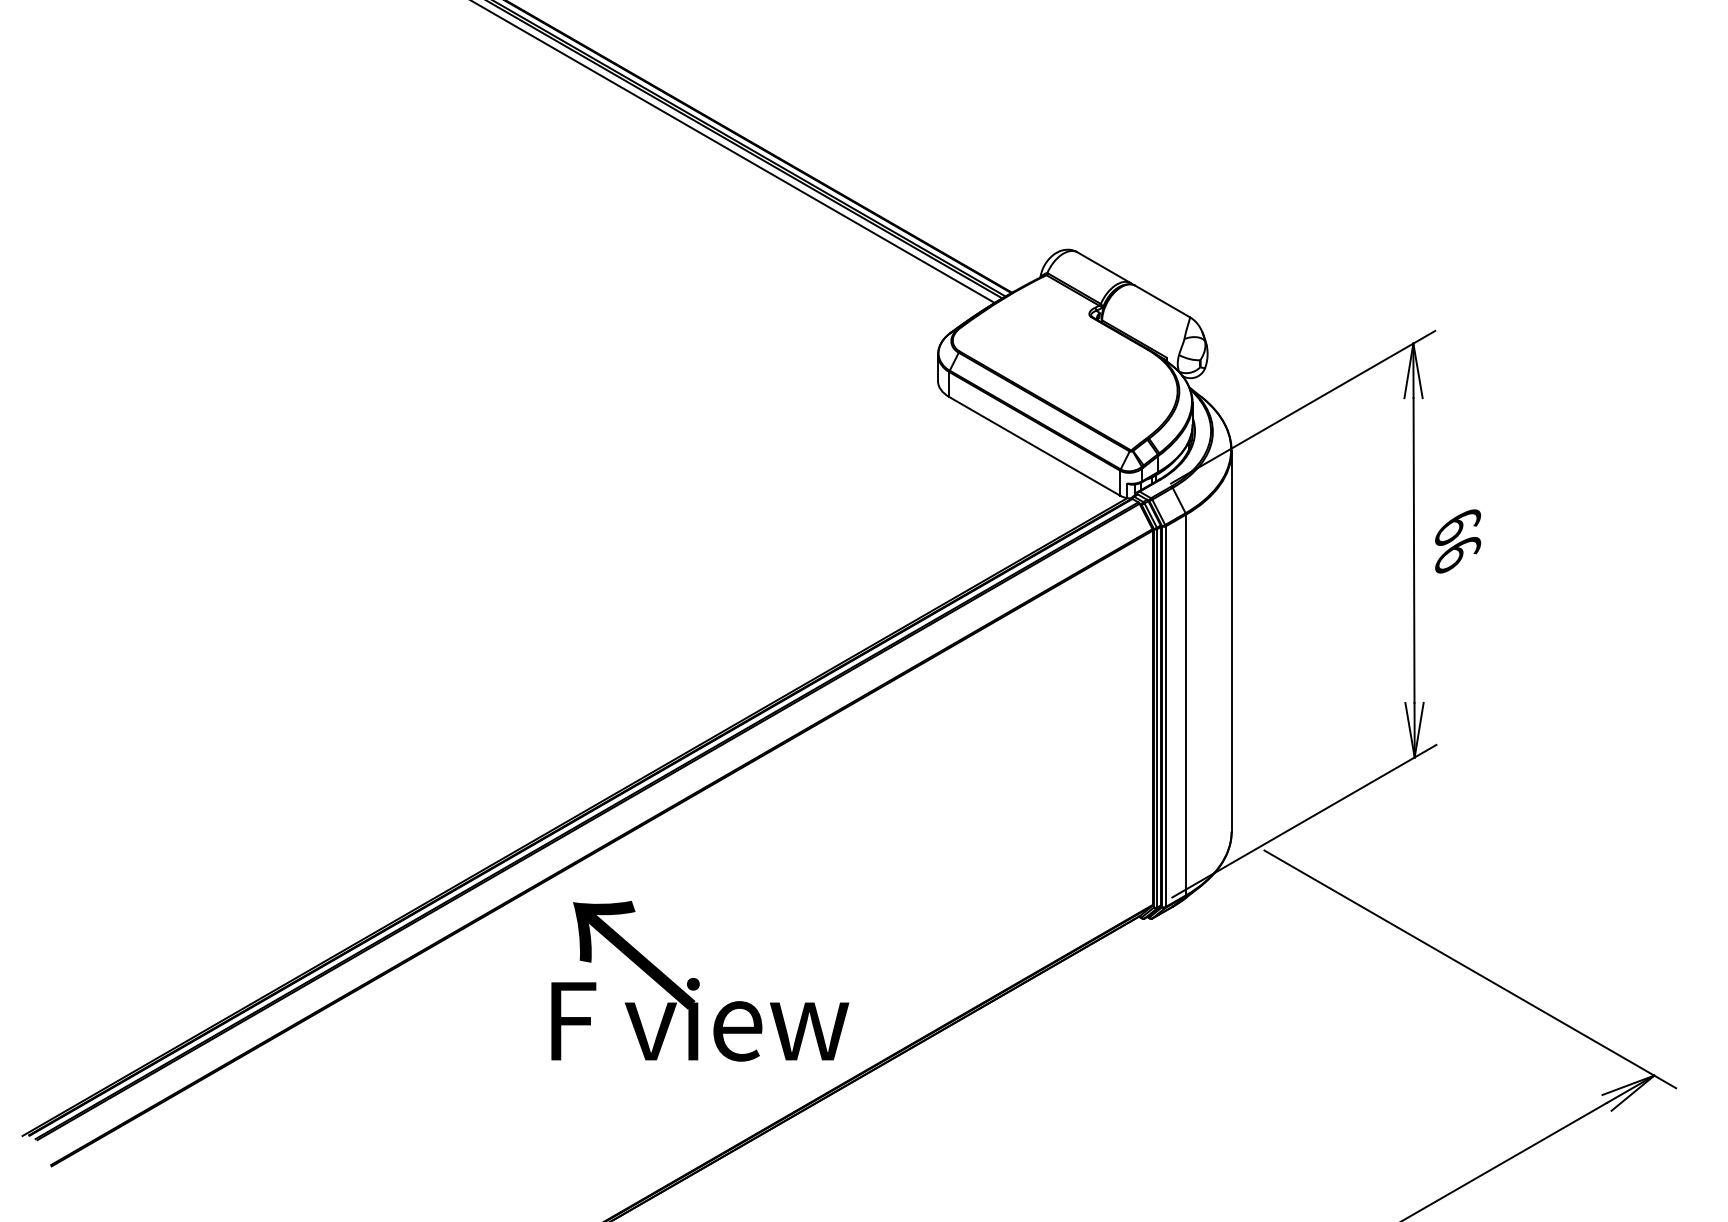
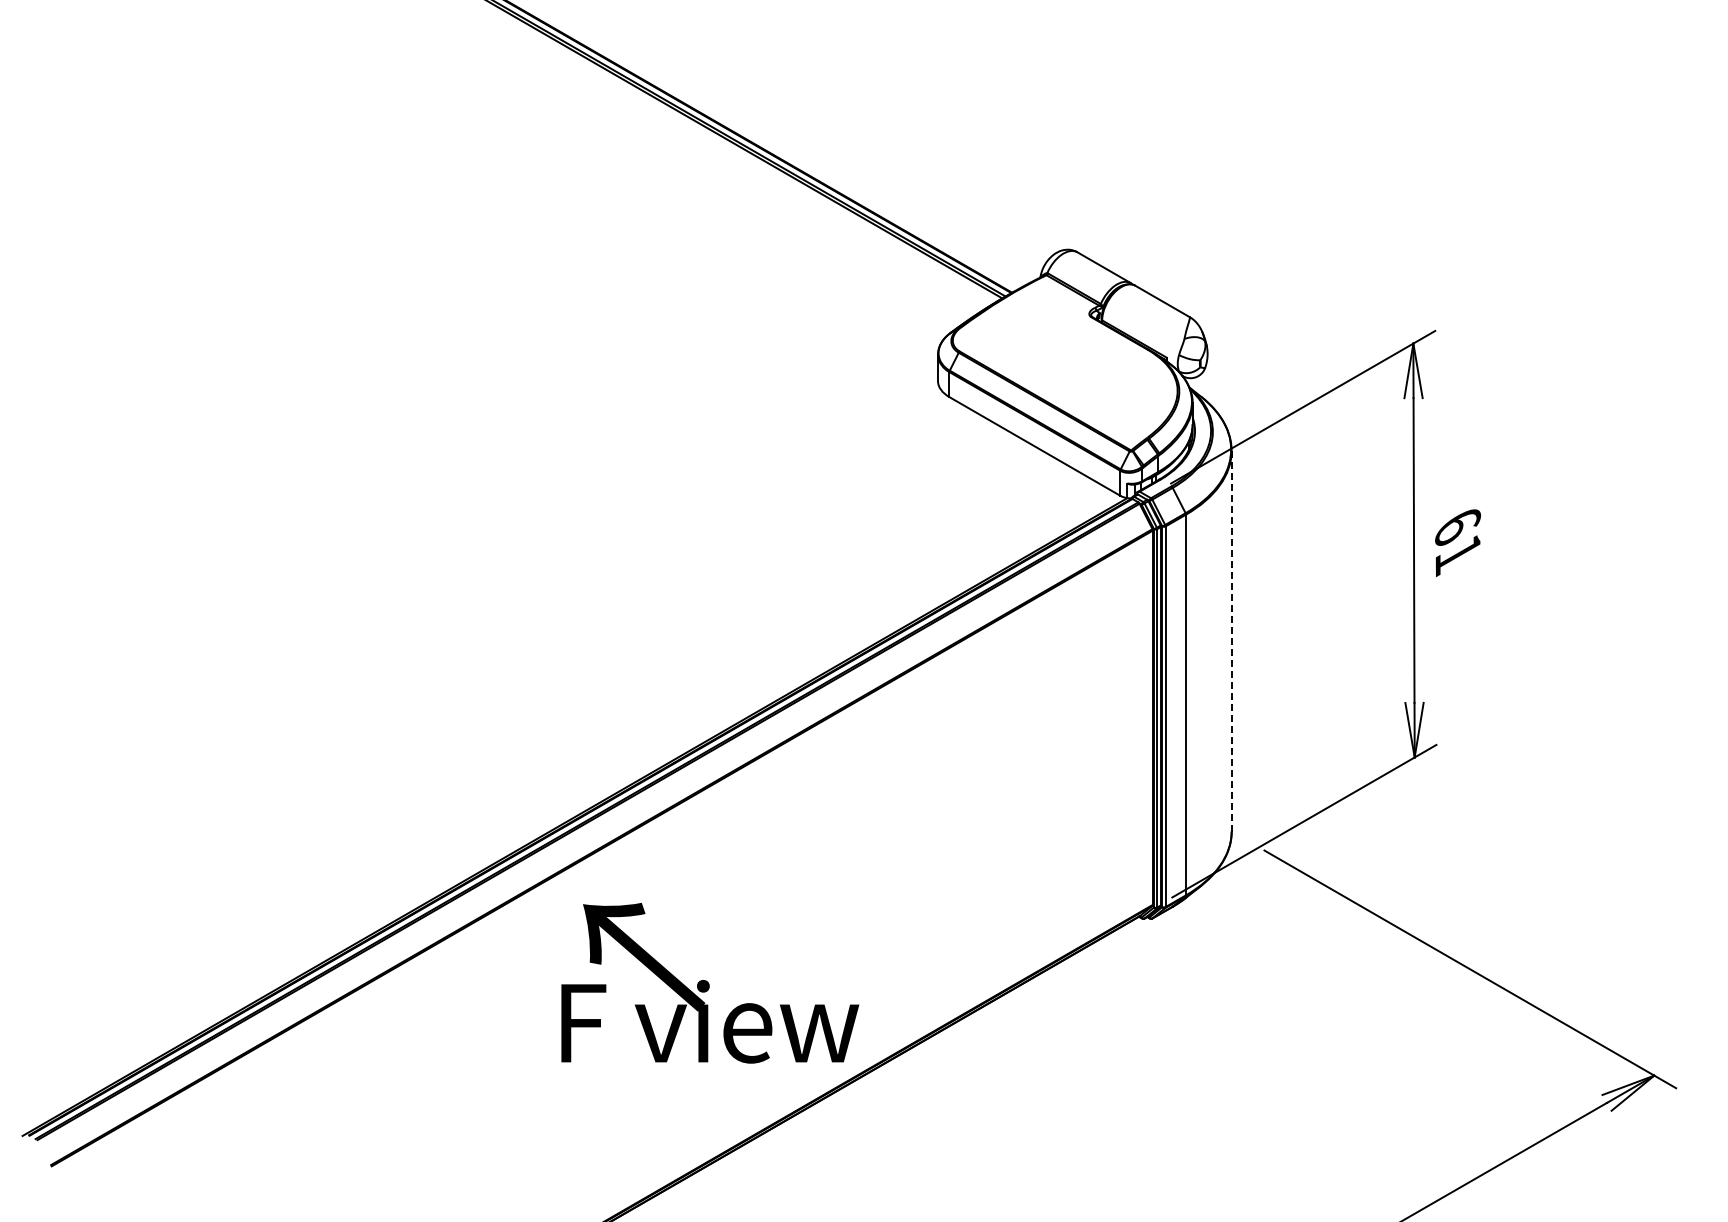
line at (734, 152): present -> none
text at (1458, 556): 66 -> 61
line at (1231, 640): solid -> dashed
text at (700, 980) position: (700, 980) -> (710, 982)
